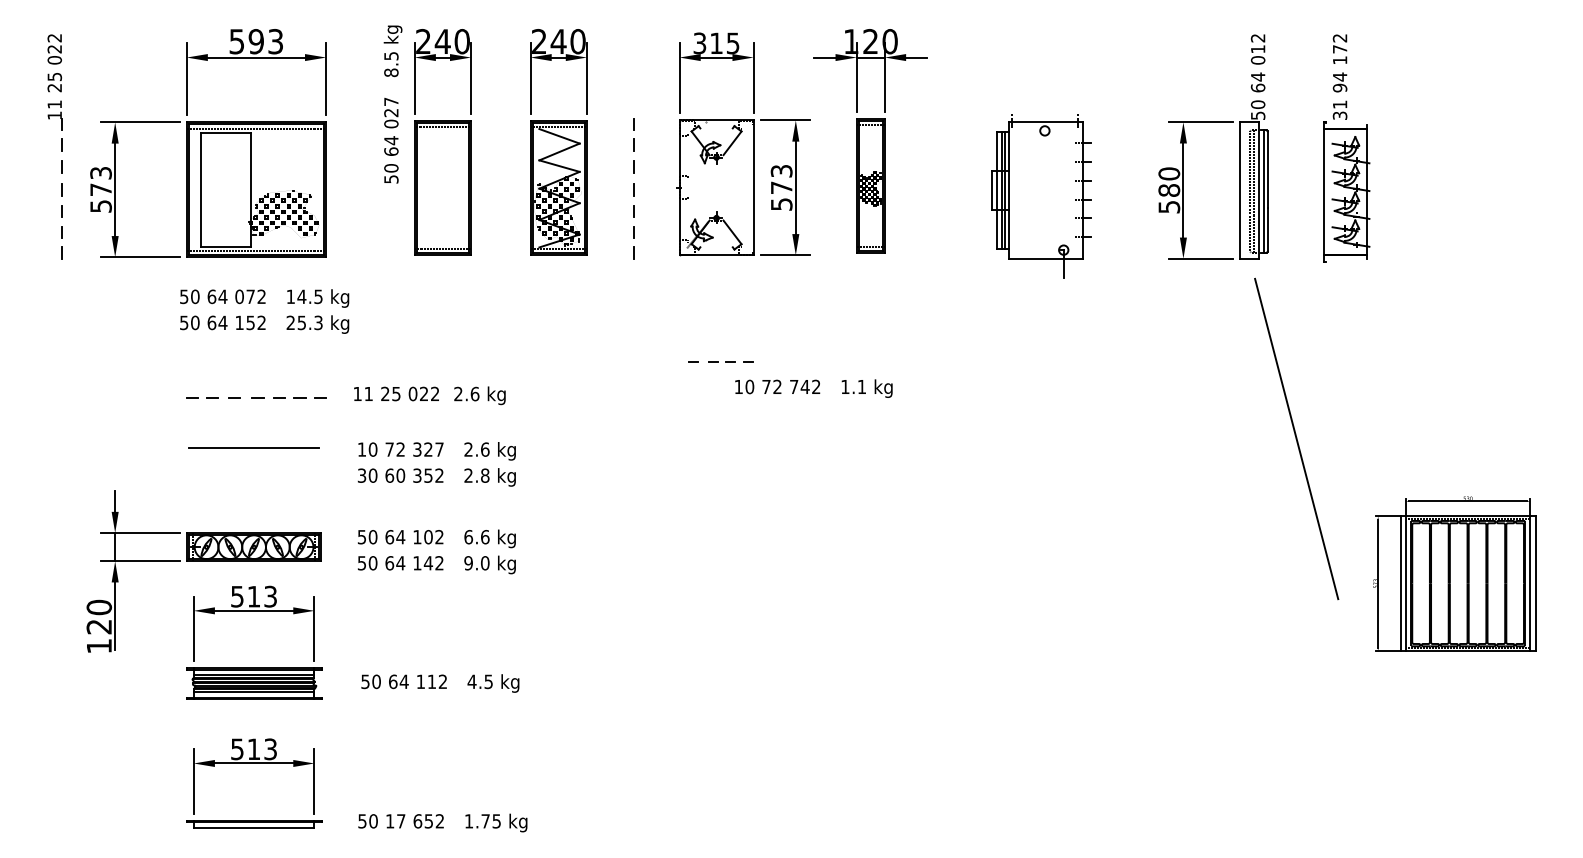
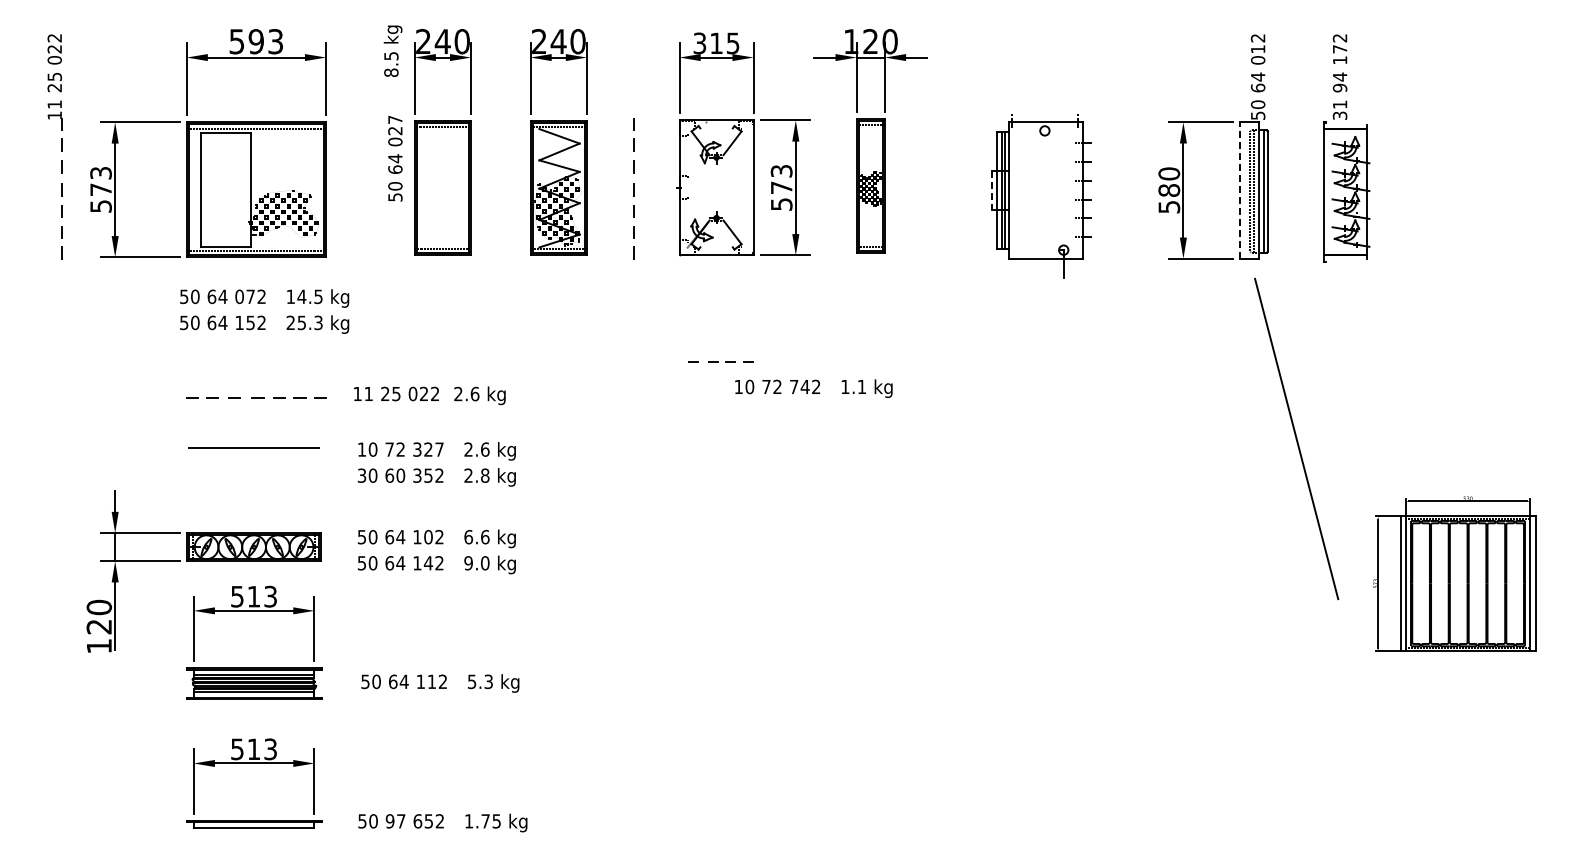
text at (391, 140) position: (391, 140) -> (395, 158)
line at (1240, 190): solid -> dashed
line at (992, 191): solid -> dashed
text at (479, 681): 4.5 -> 5.3
text at (389, 821): 17 -> 97
